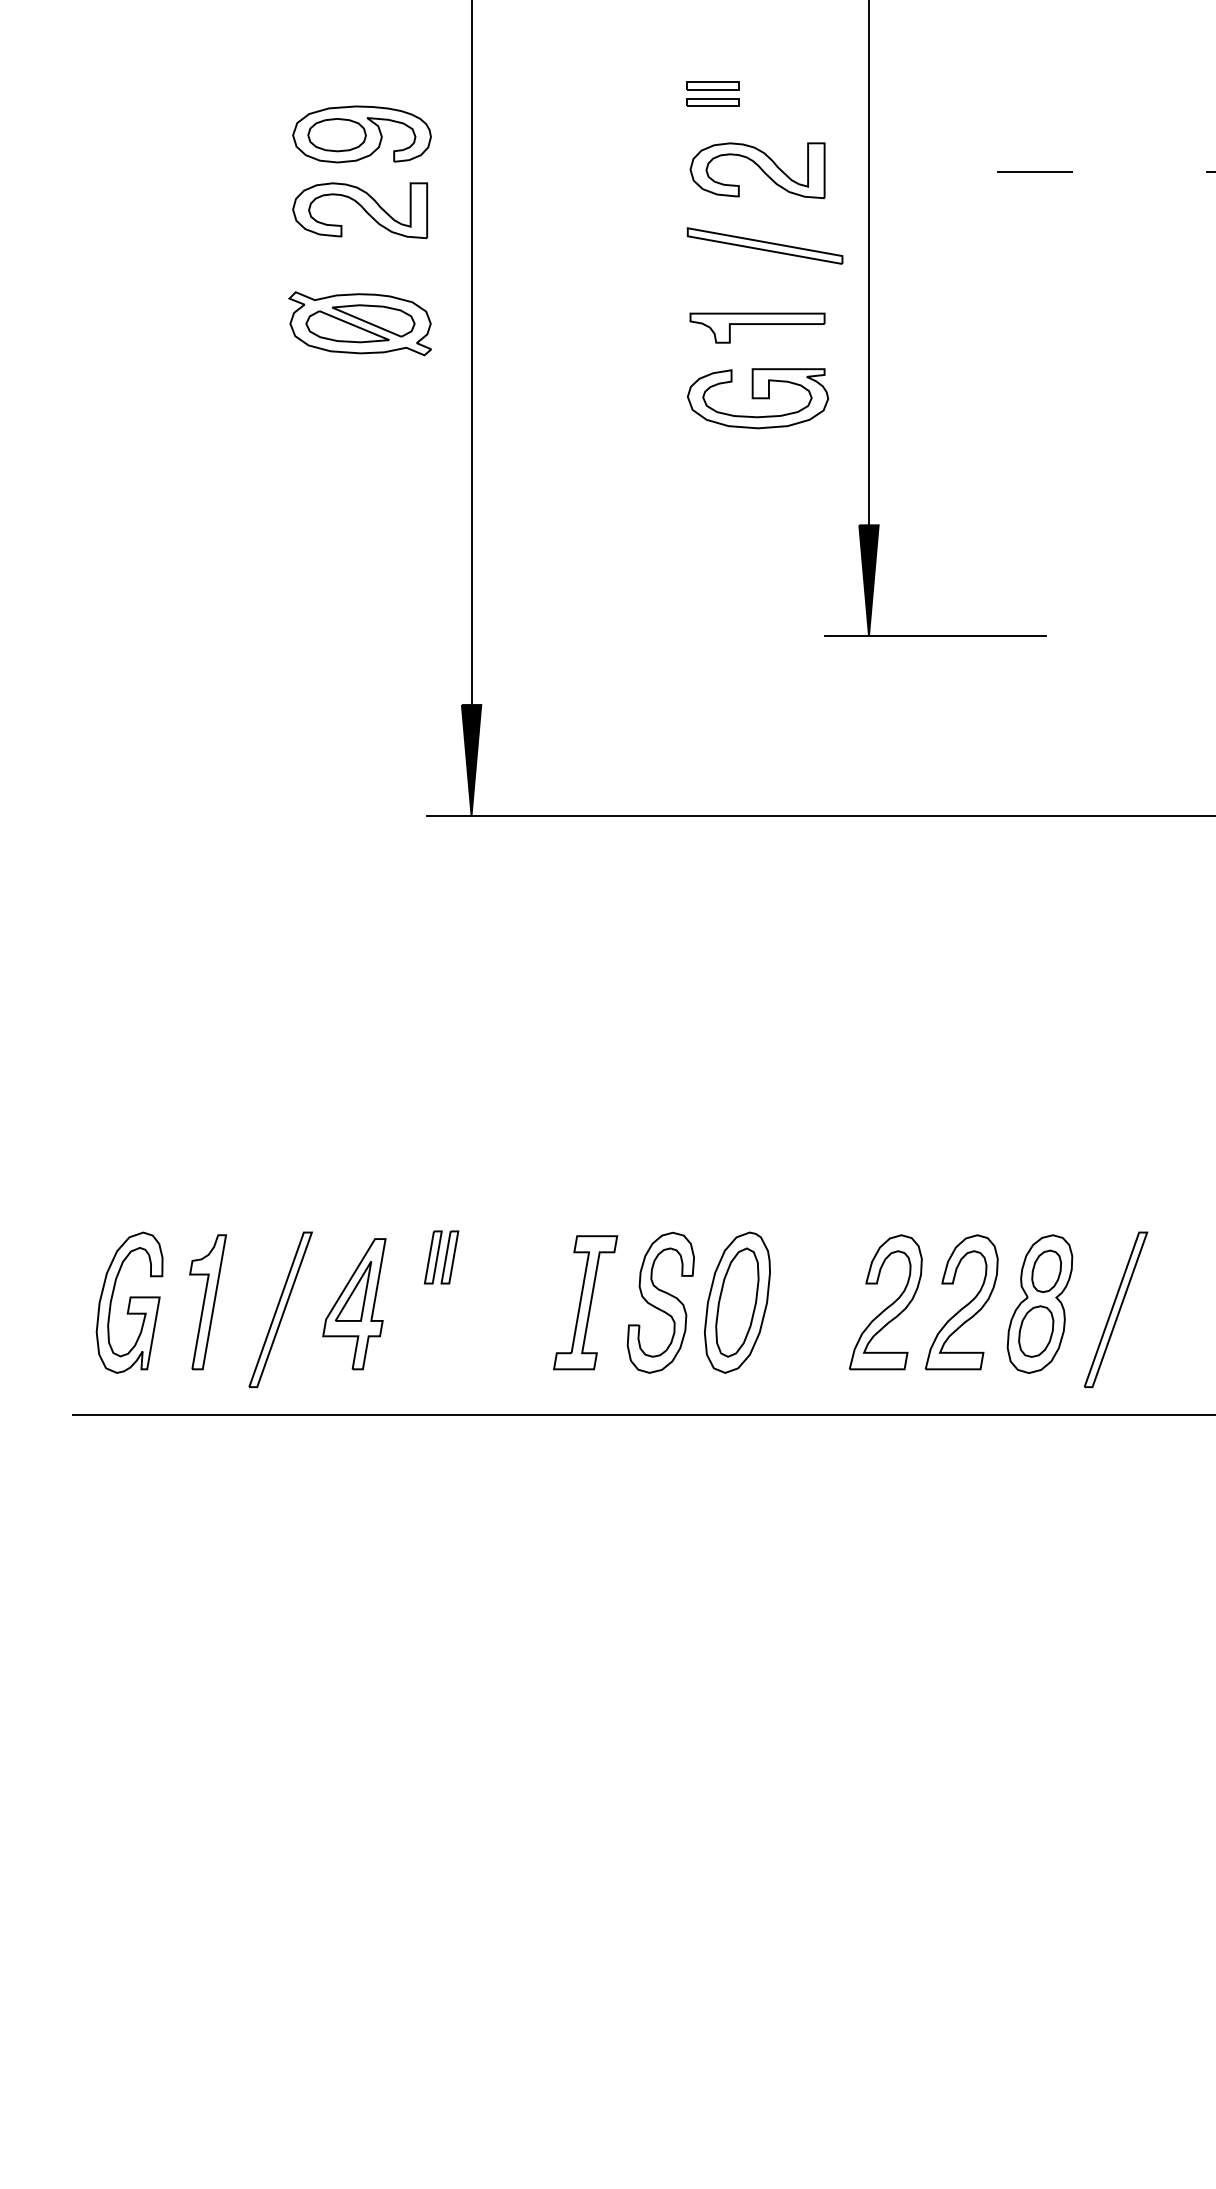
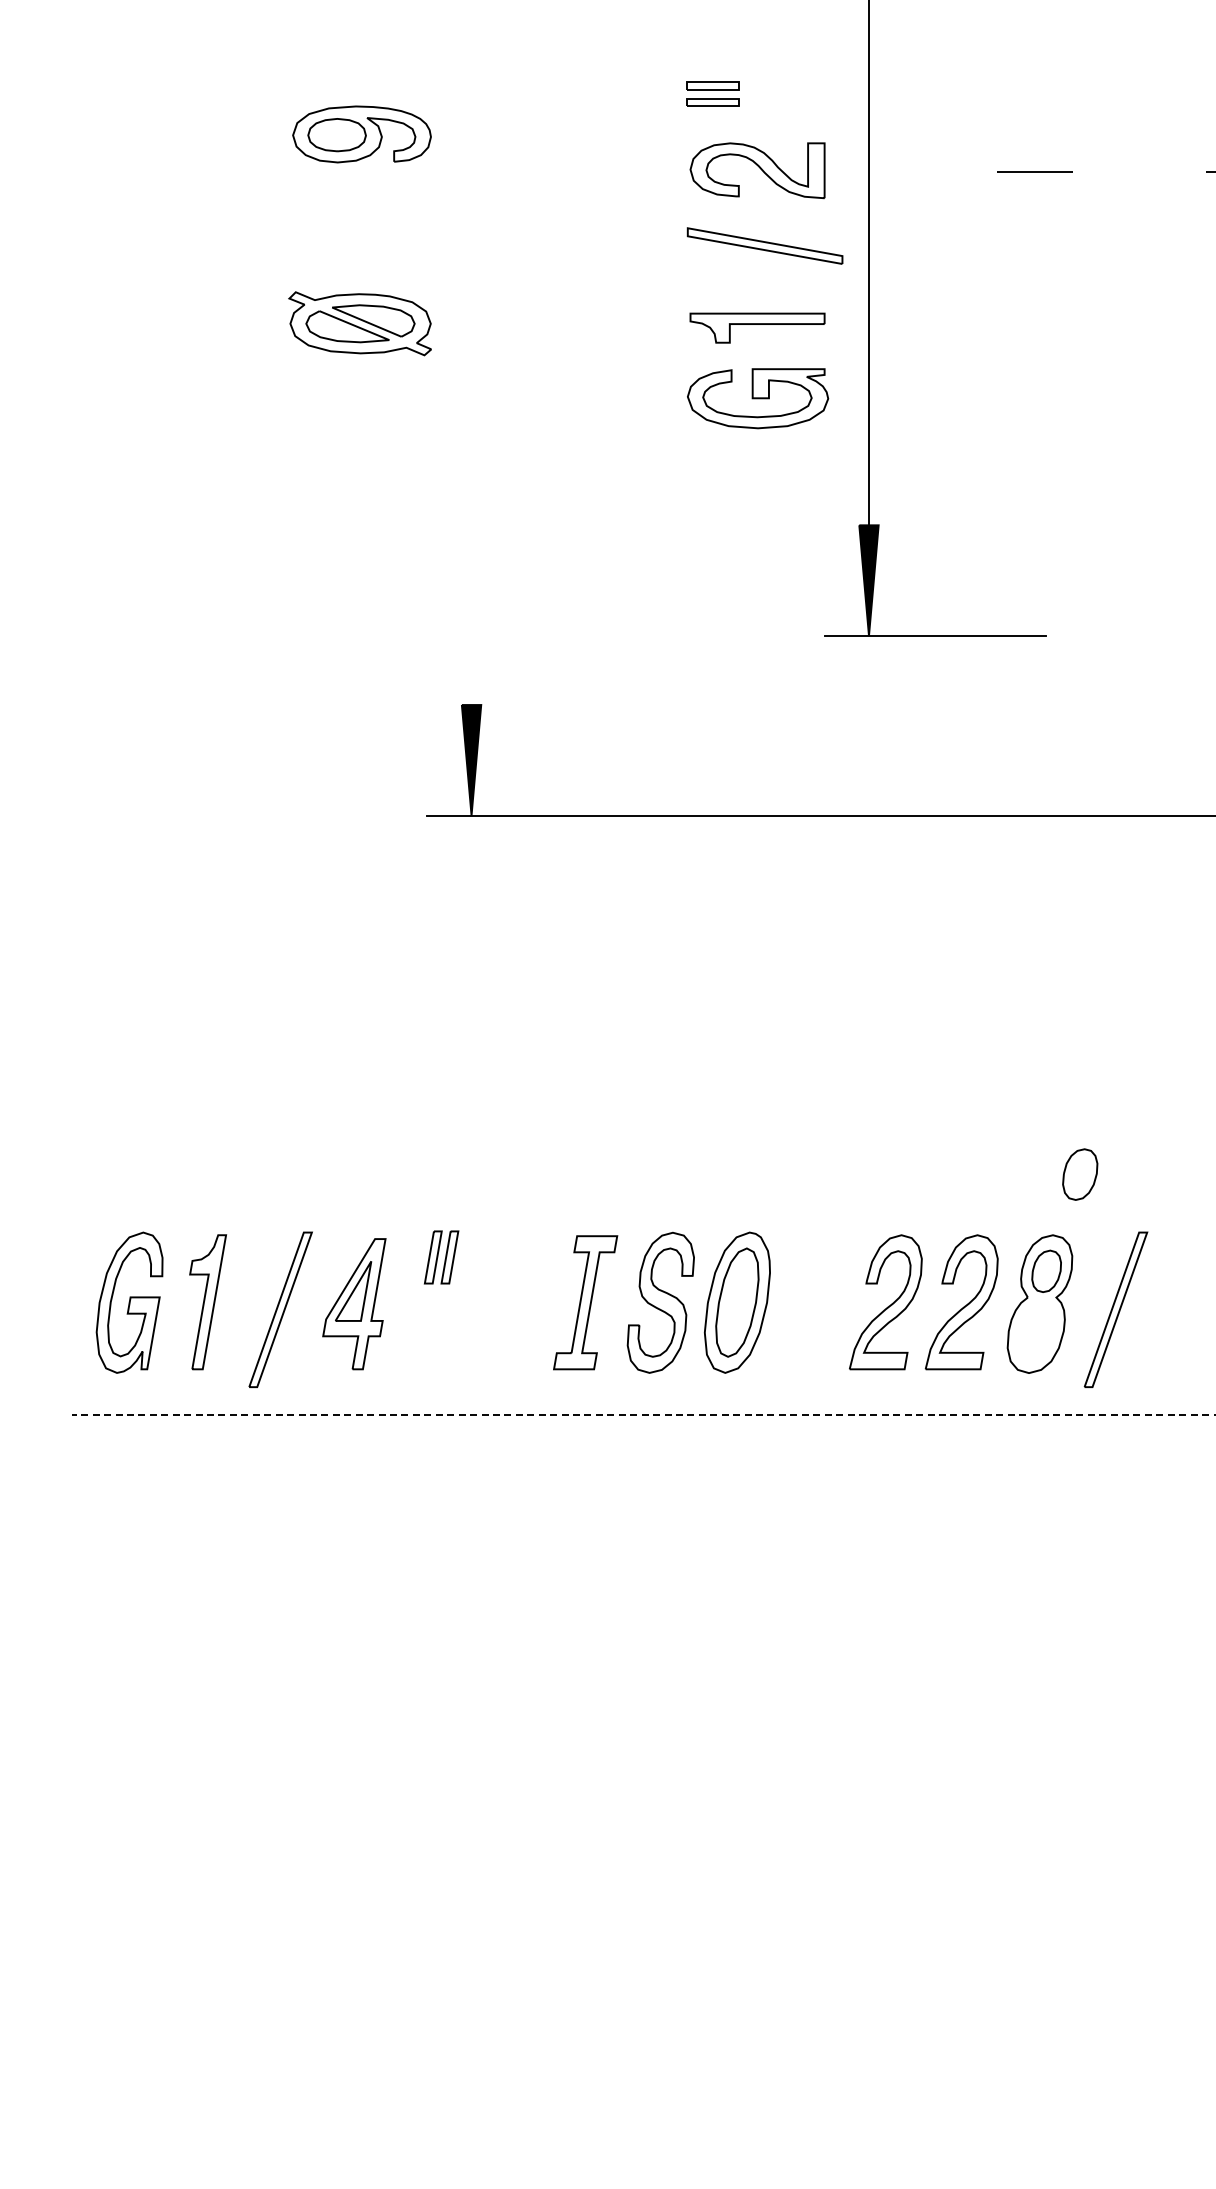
part at (360, 210): present -> none
line at (471, 353): present -> none
part at (1036, 1331) position: (1036, 1331) -> (1080, 1174)
line at (643, 1414): solid -> dashed
